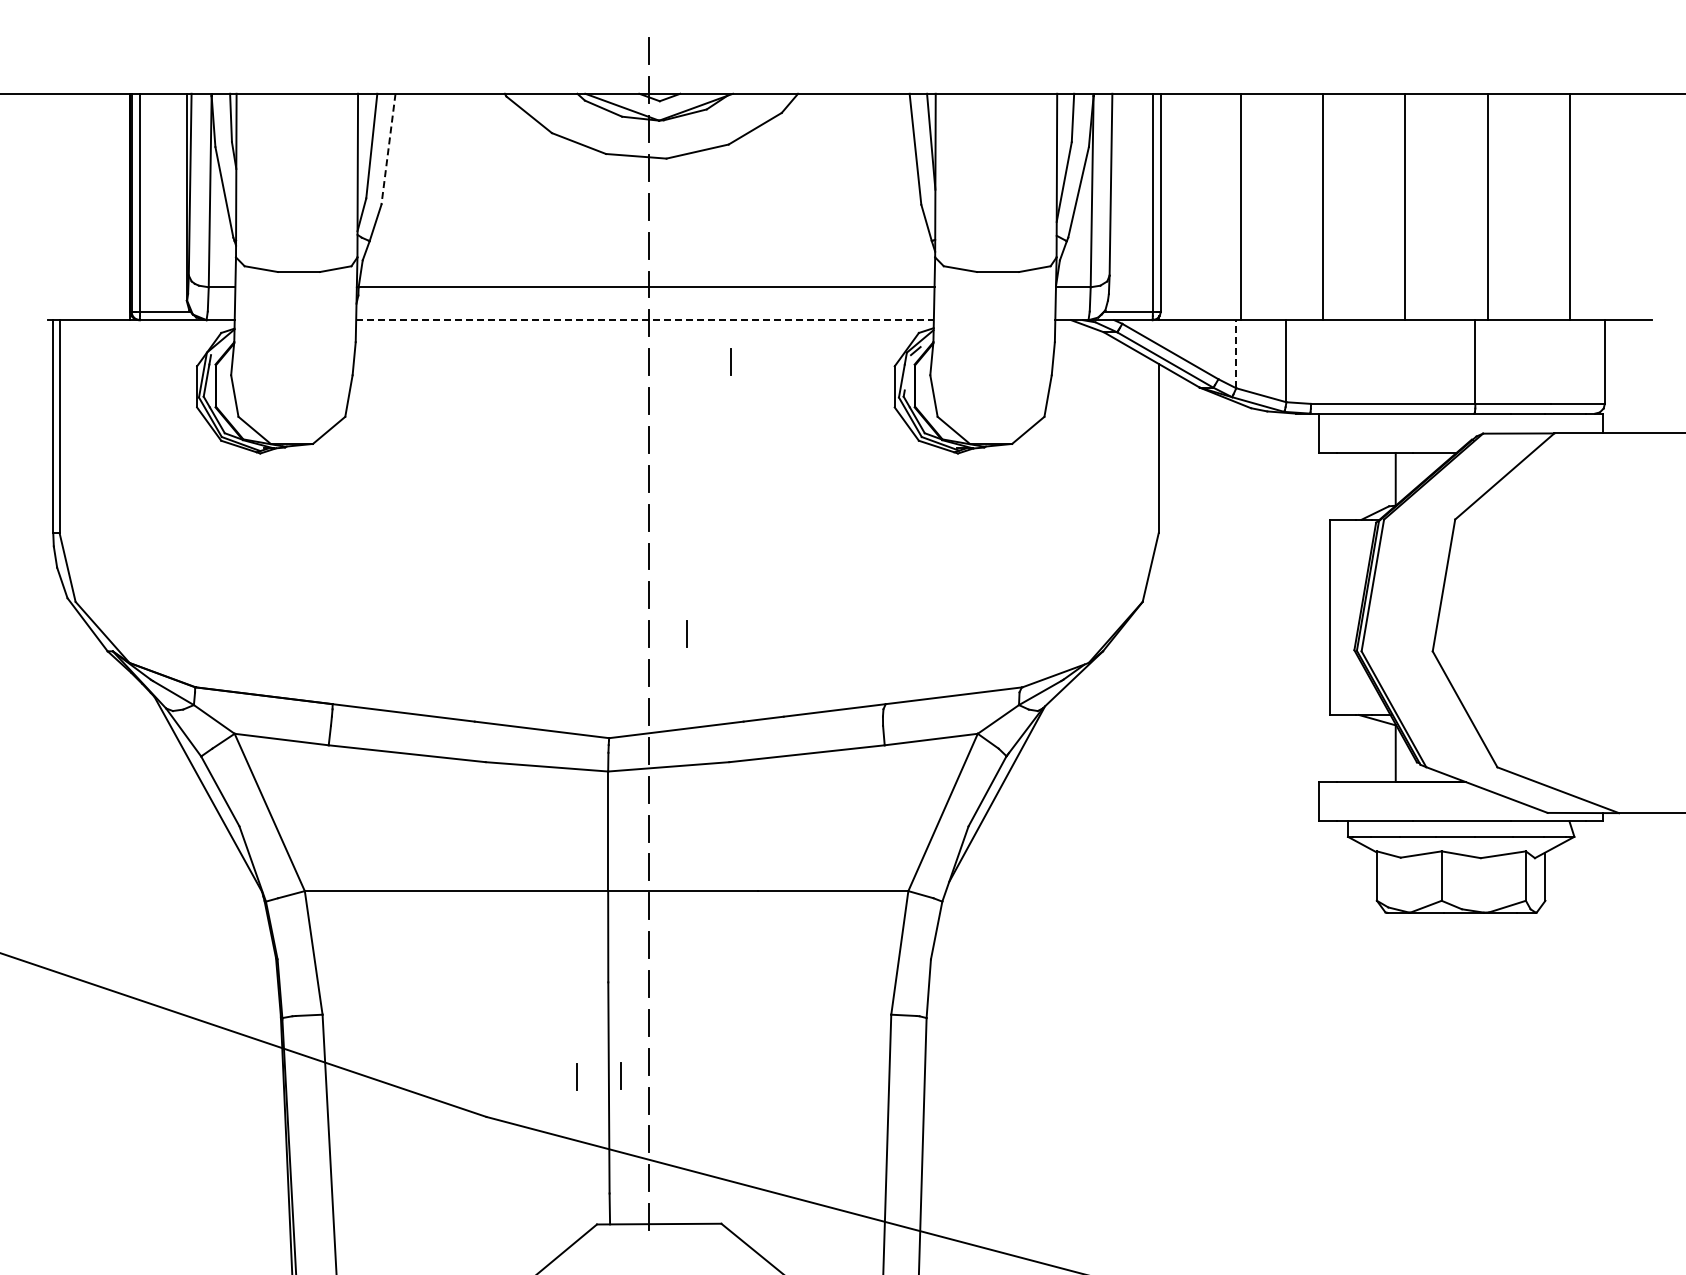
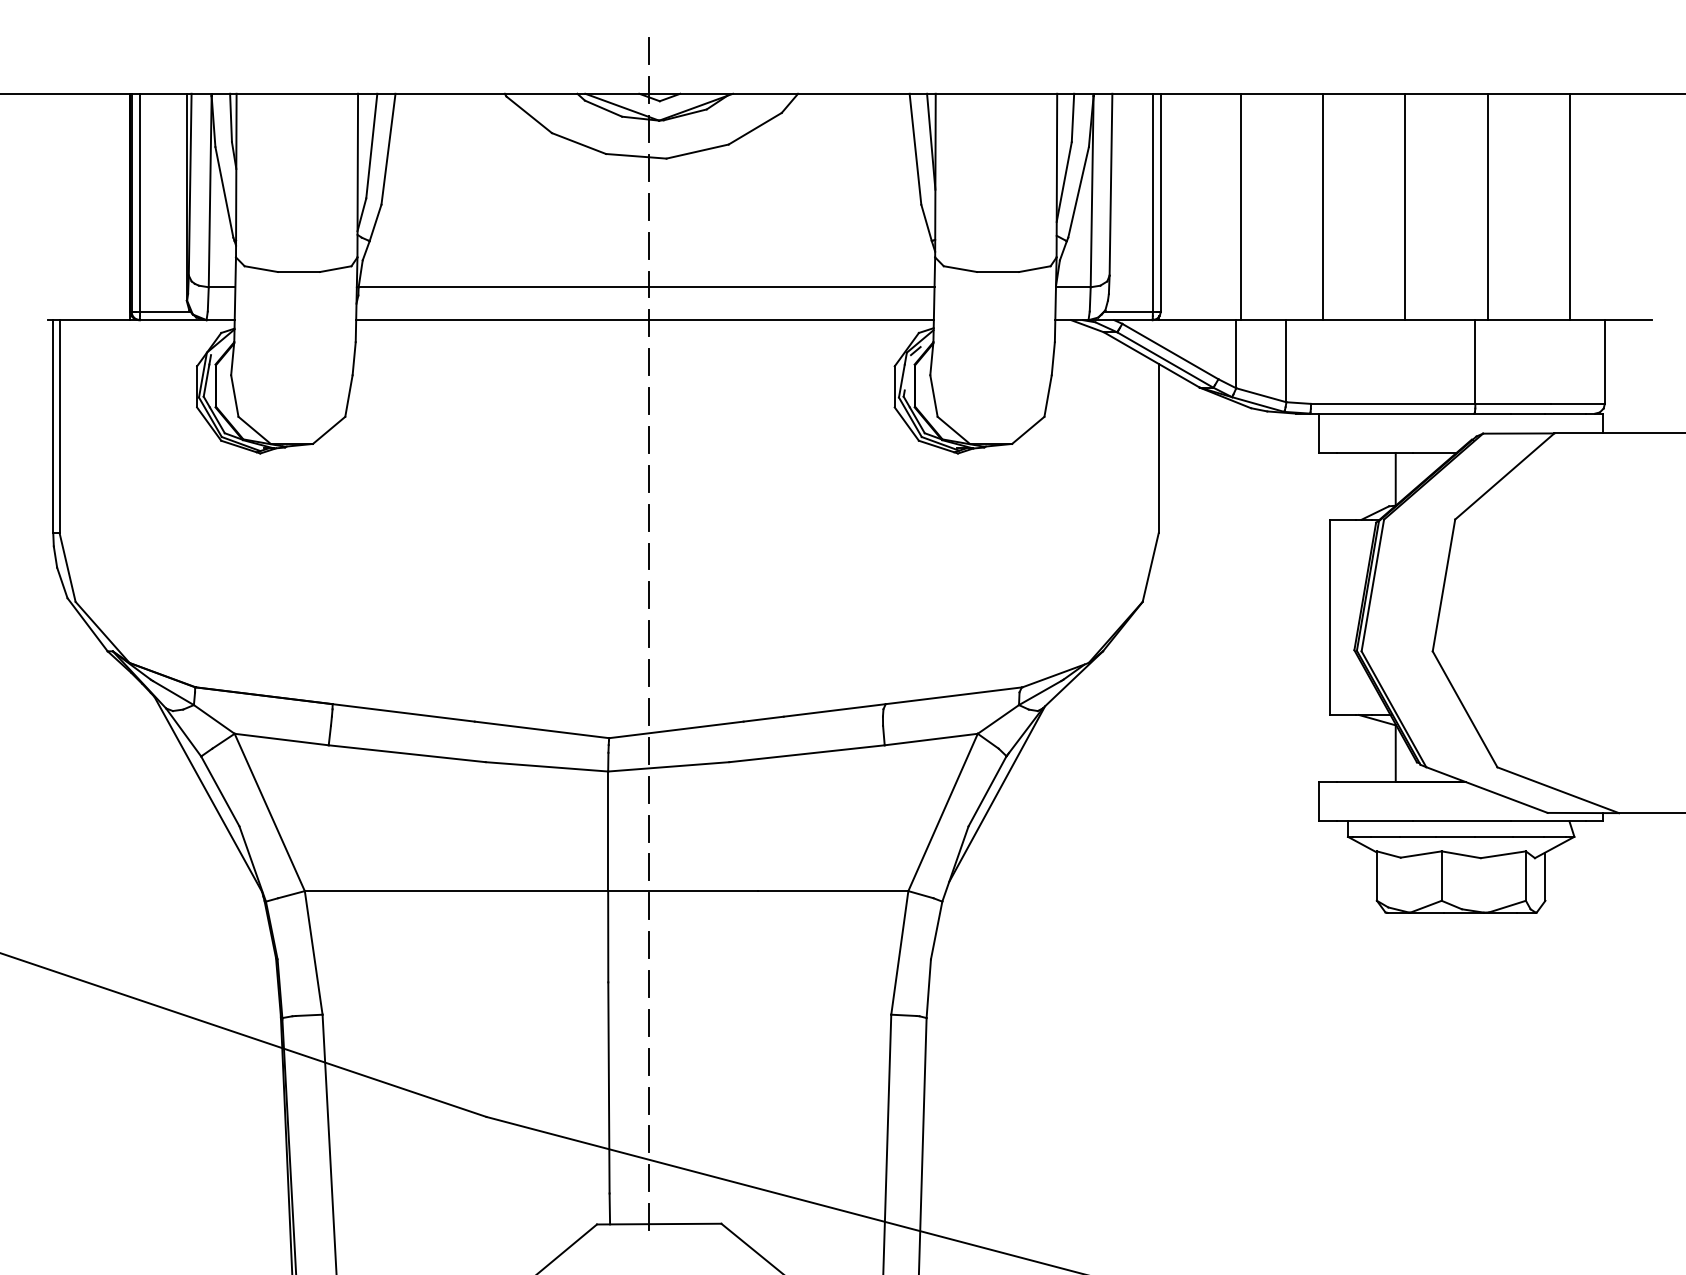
line at (388, 149): dashed -> solid
line at (645, 320): dashed -> solid
line at (1236, 353): dashed -> solid
line at (730, 361): present -> none
line at (686, 633): present -> none
line at (620, 1075): present -> none
line at (576, 1076): present -> none
